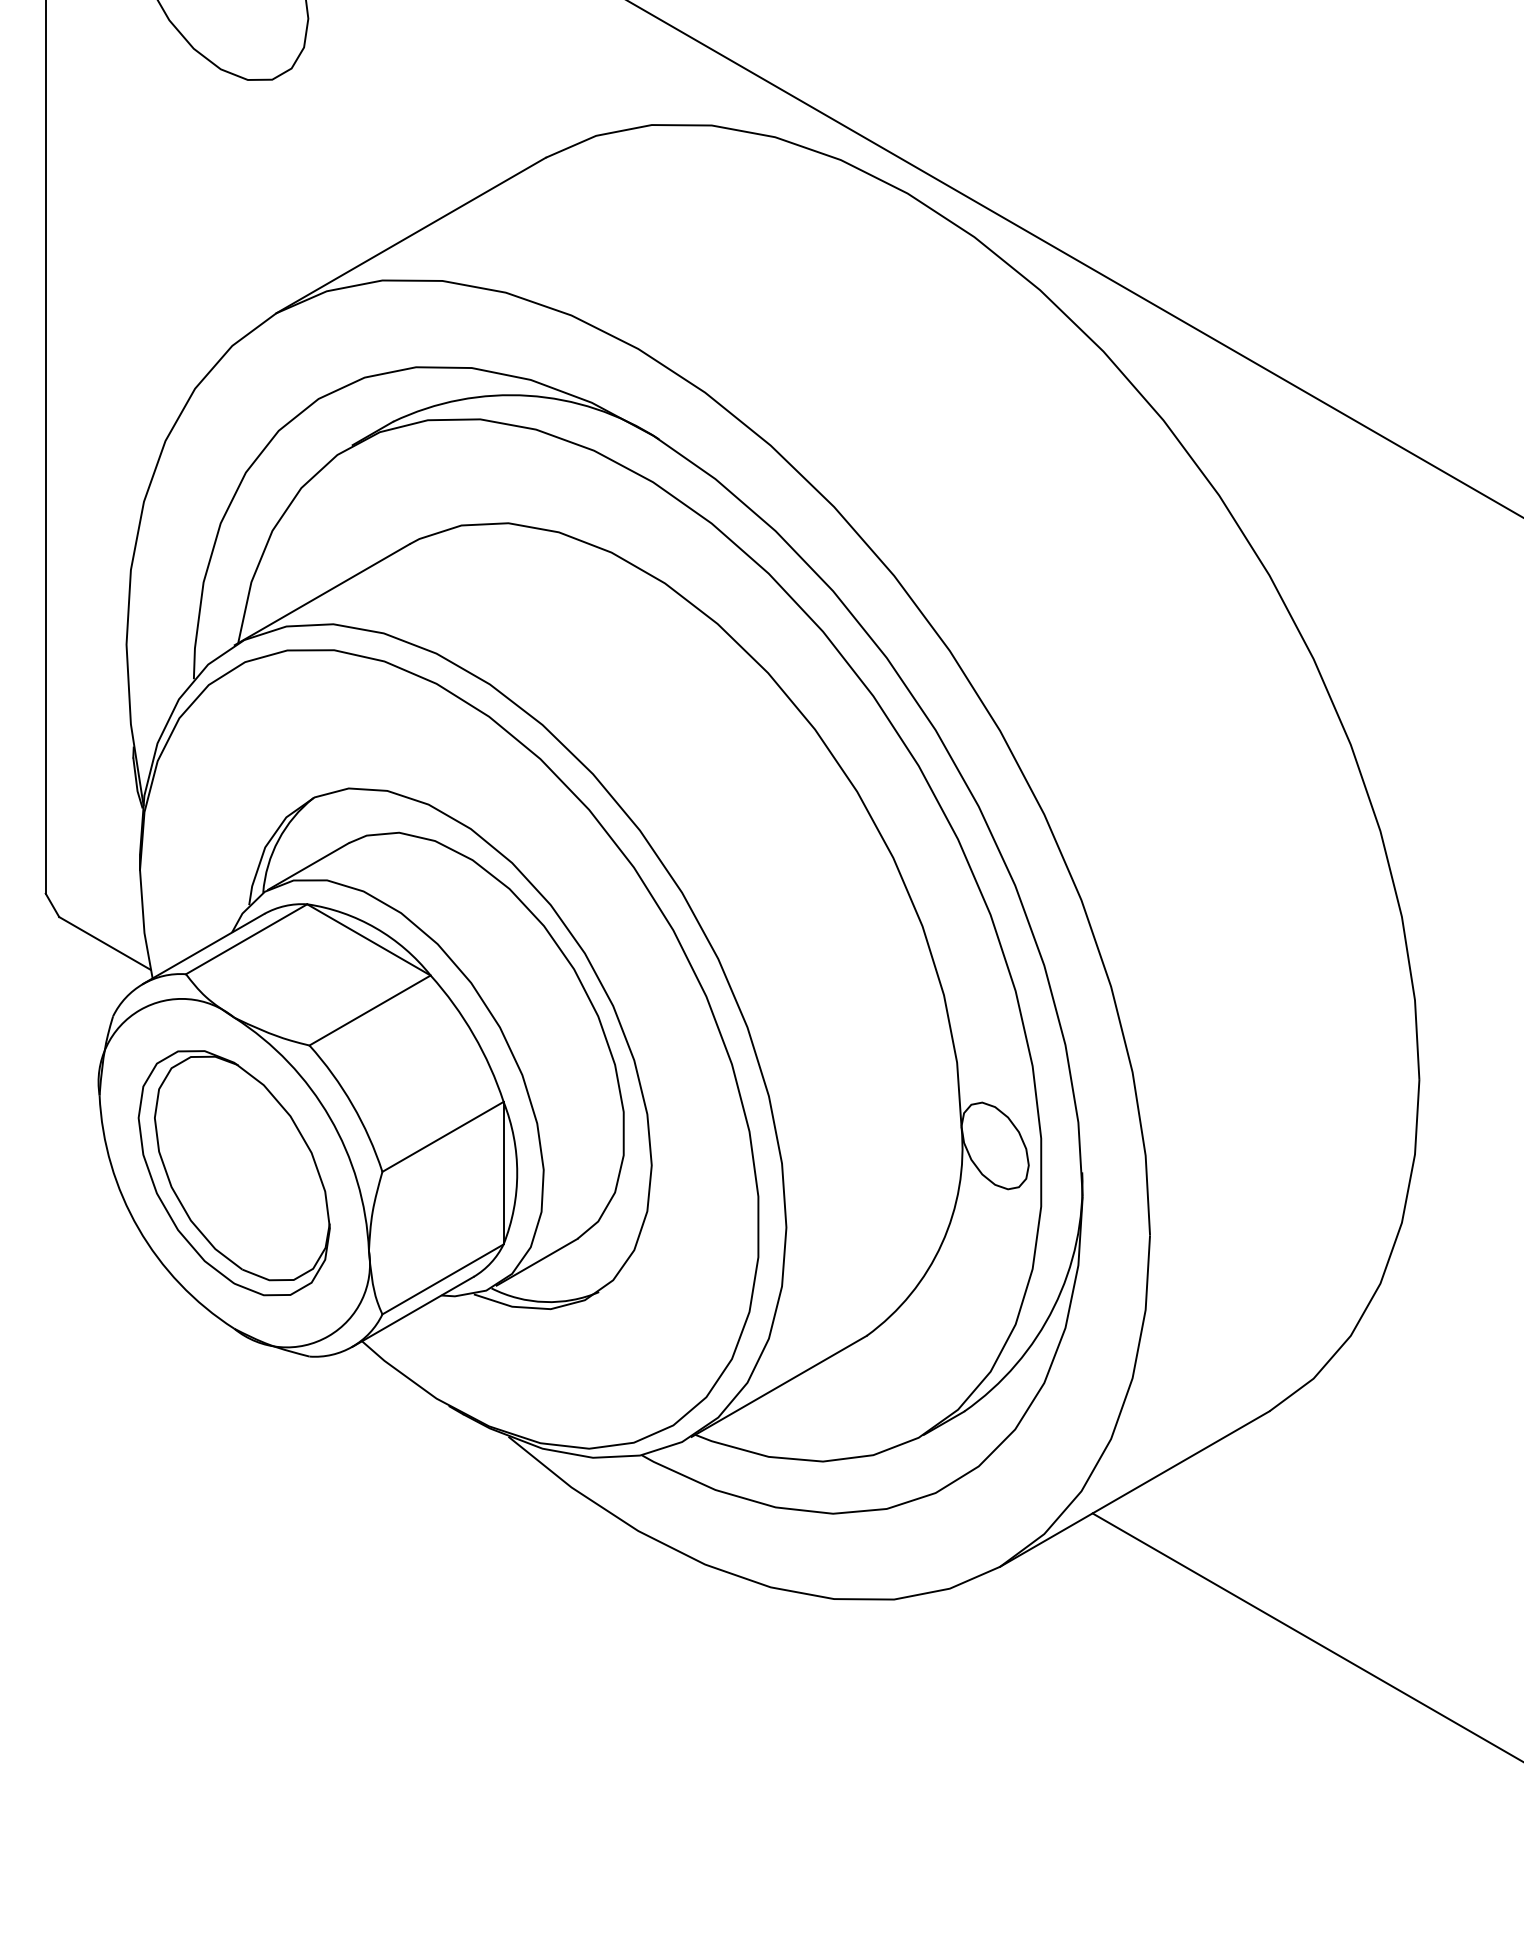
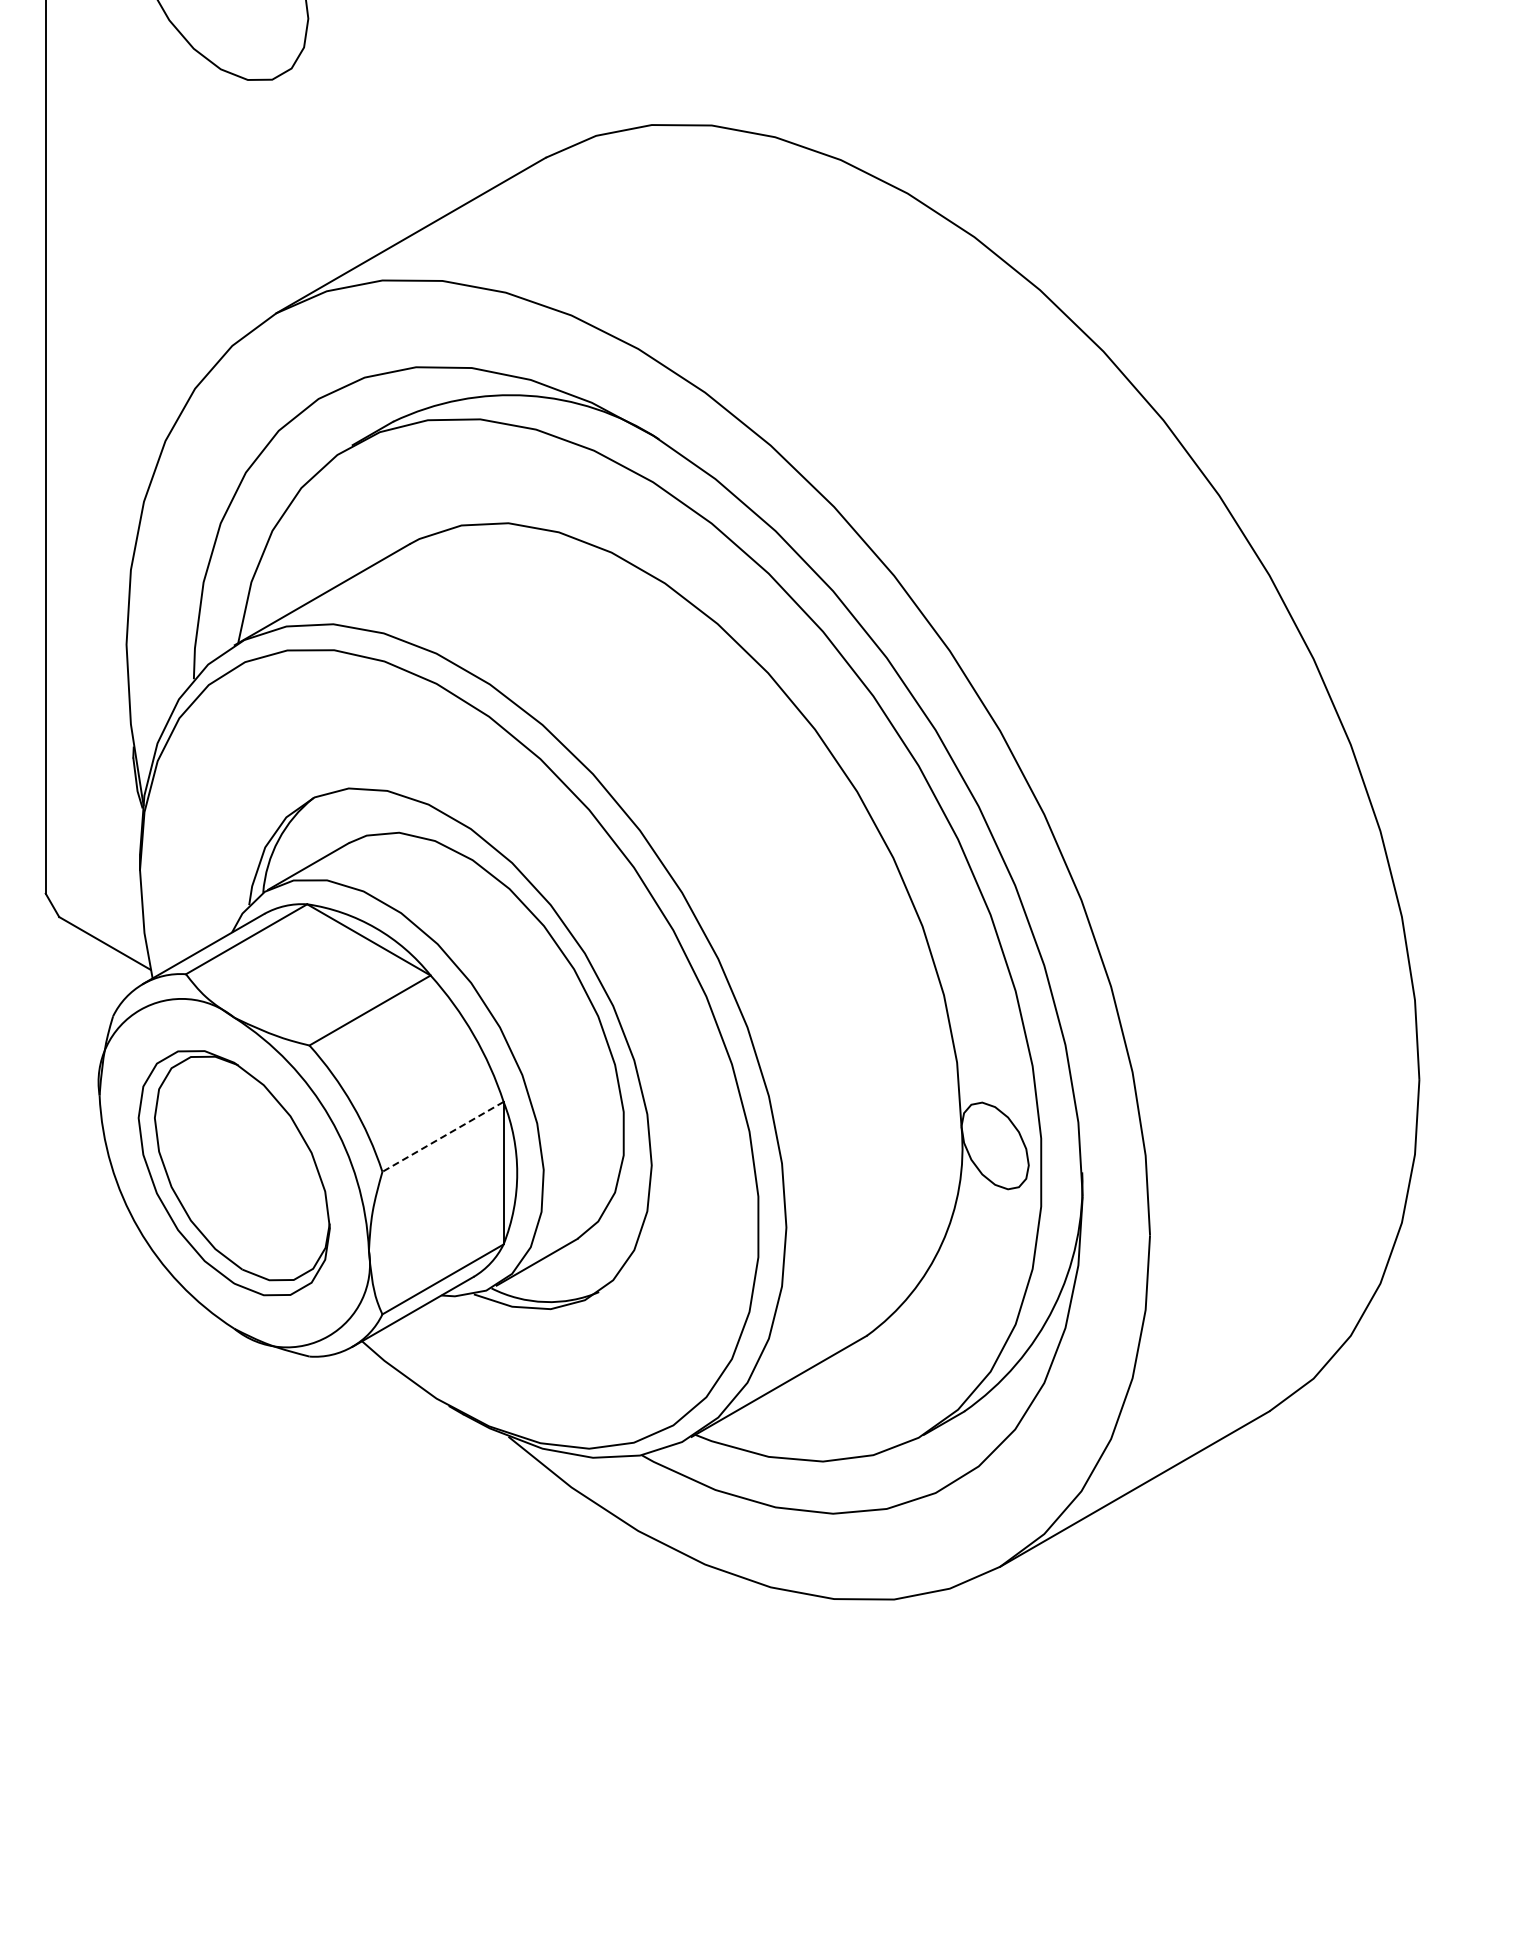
line at (1075, 259): present -> none
line at (443, 1136): solid -> dashed
line at (1306, 1636): present -> none
